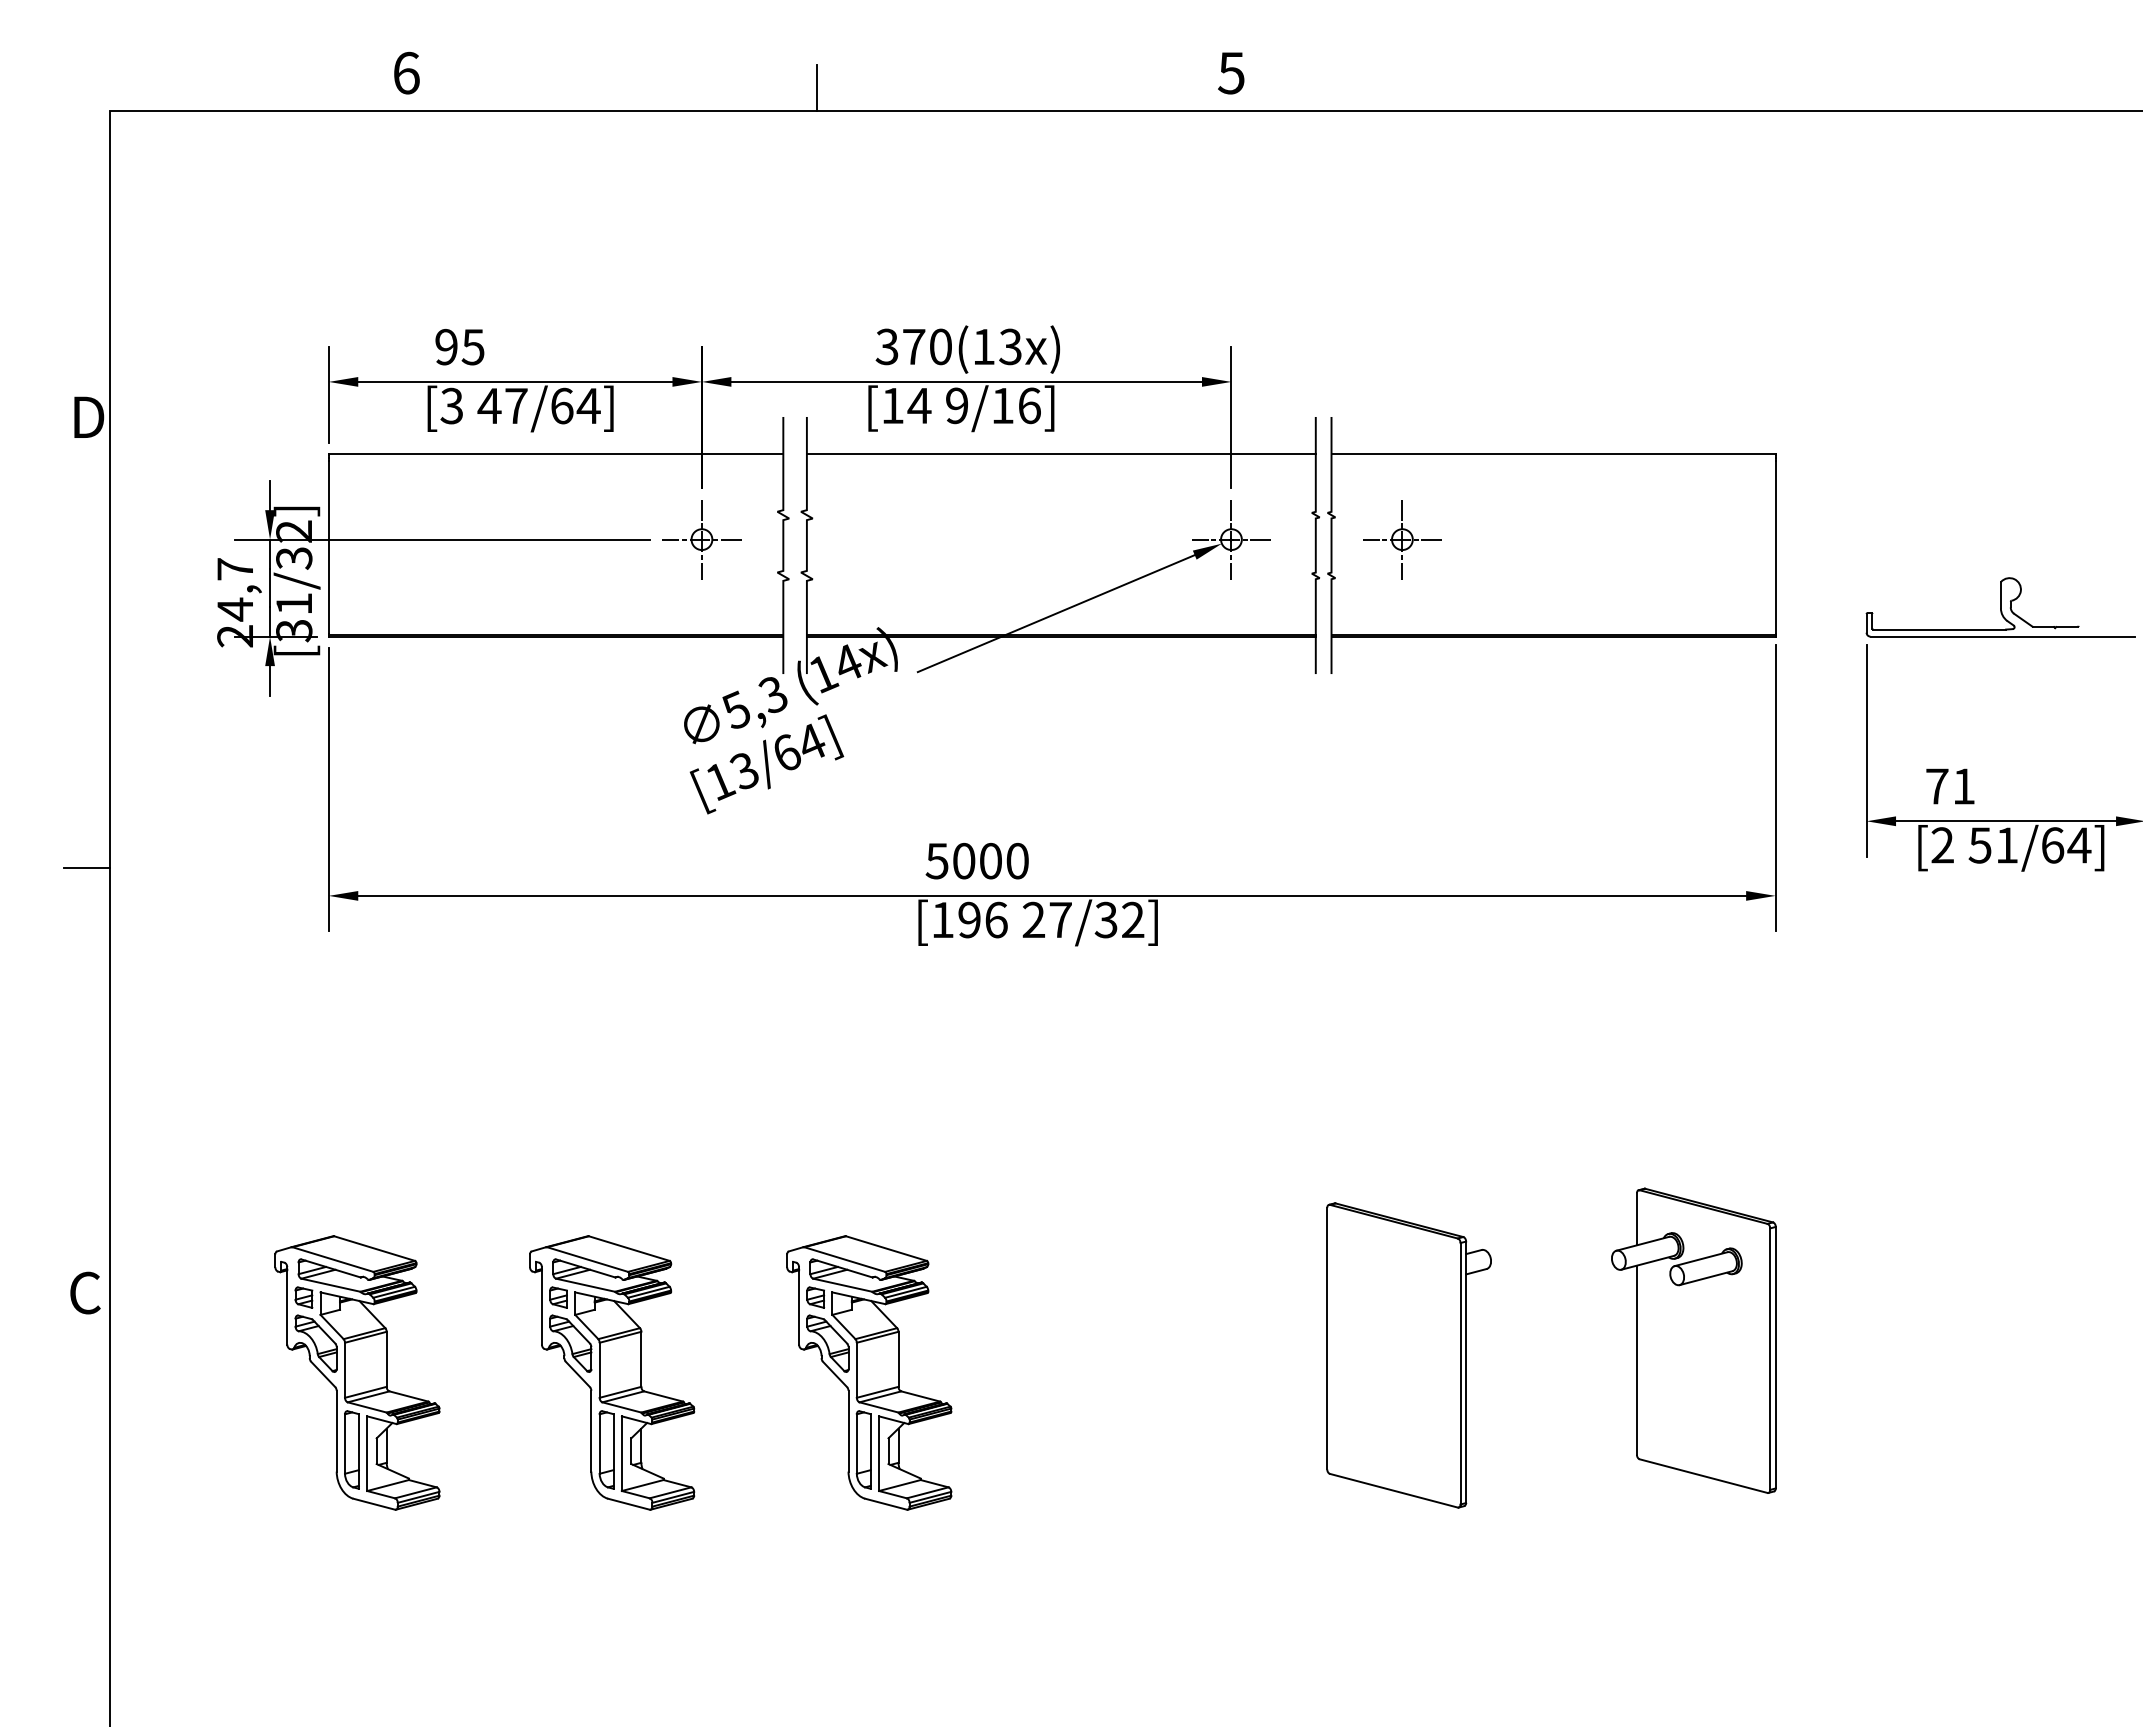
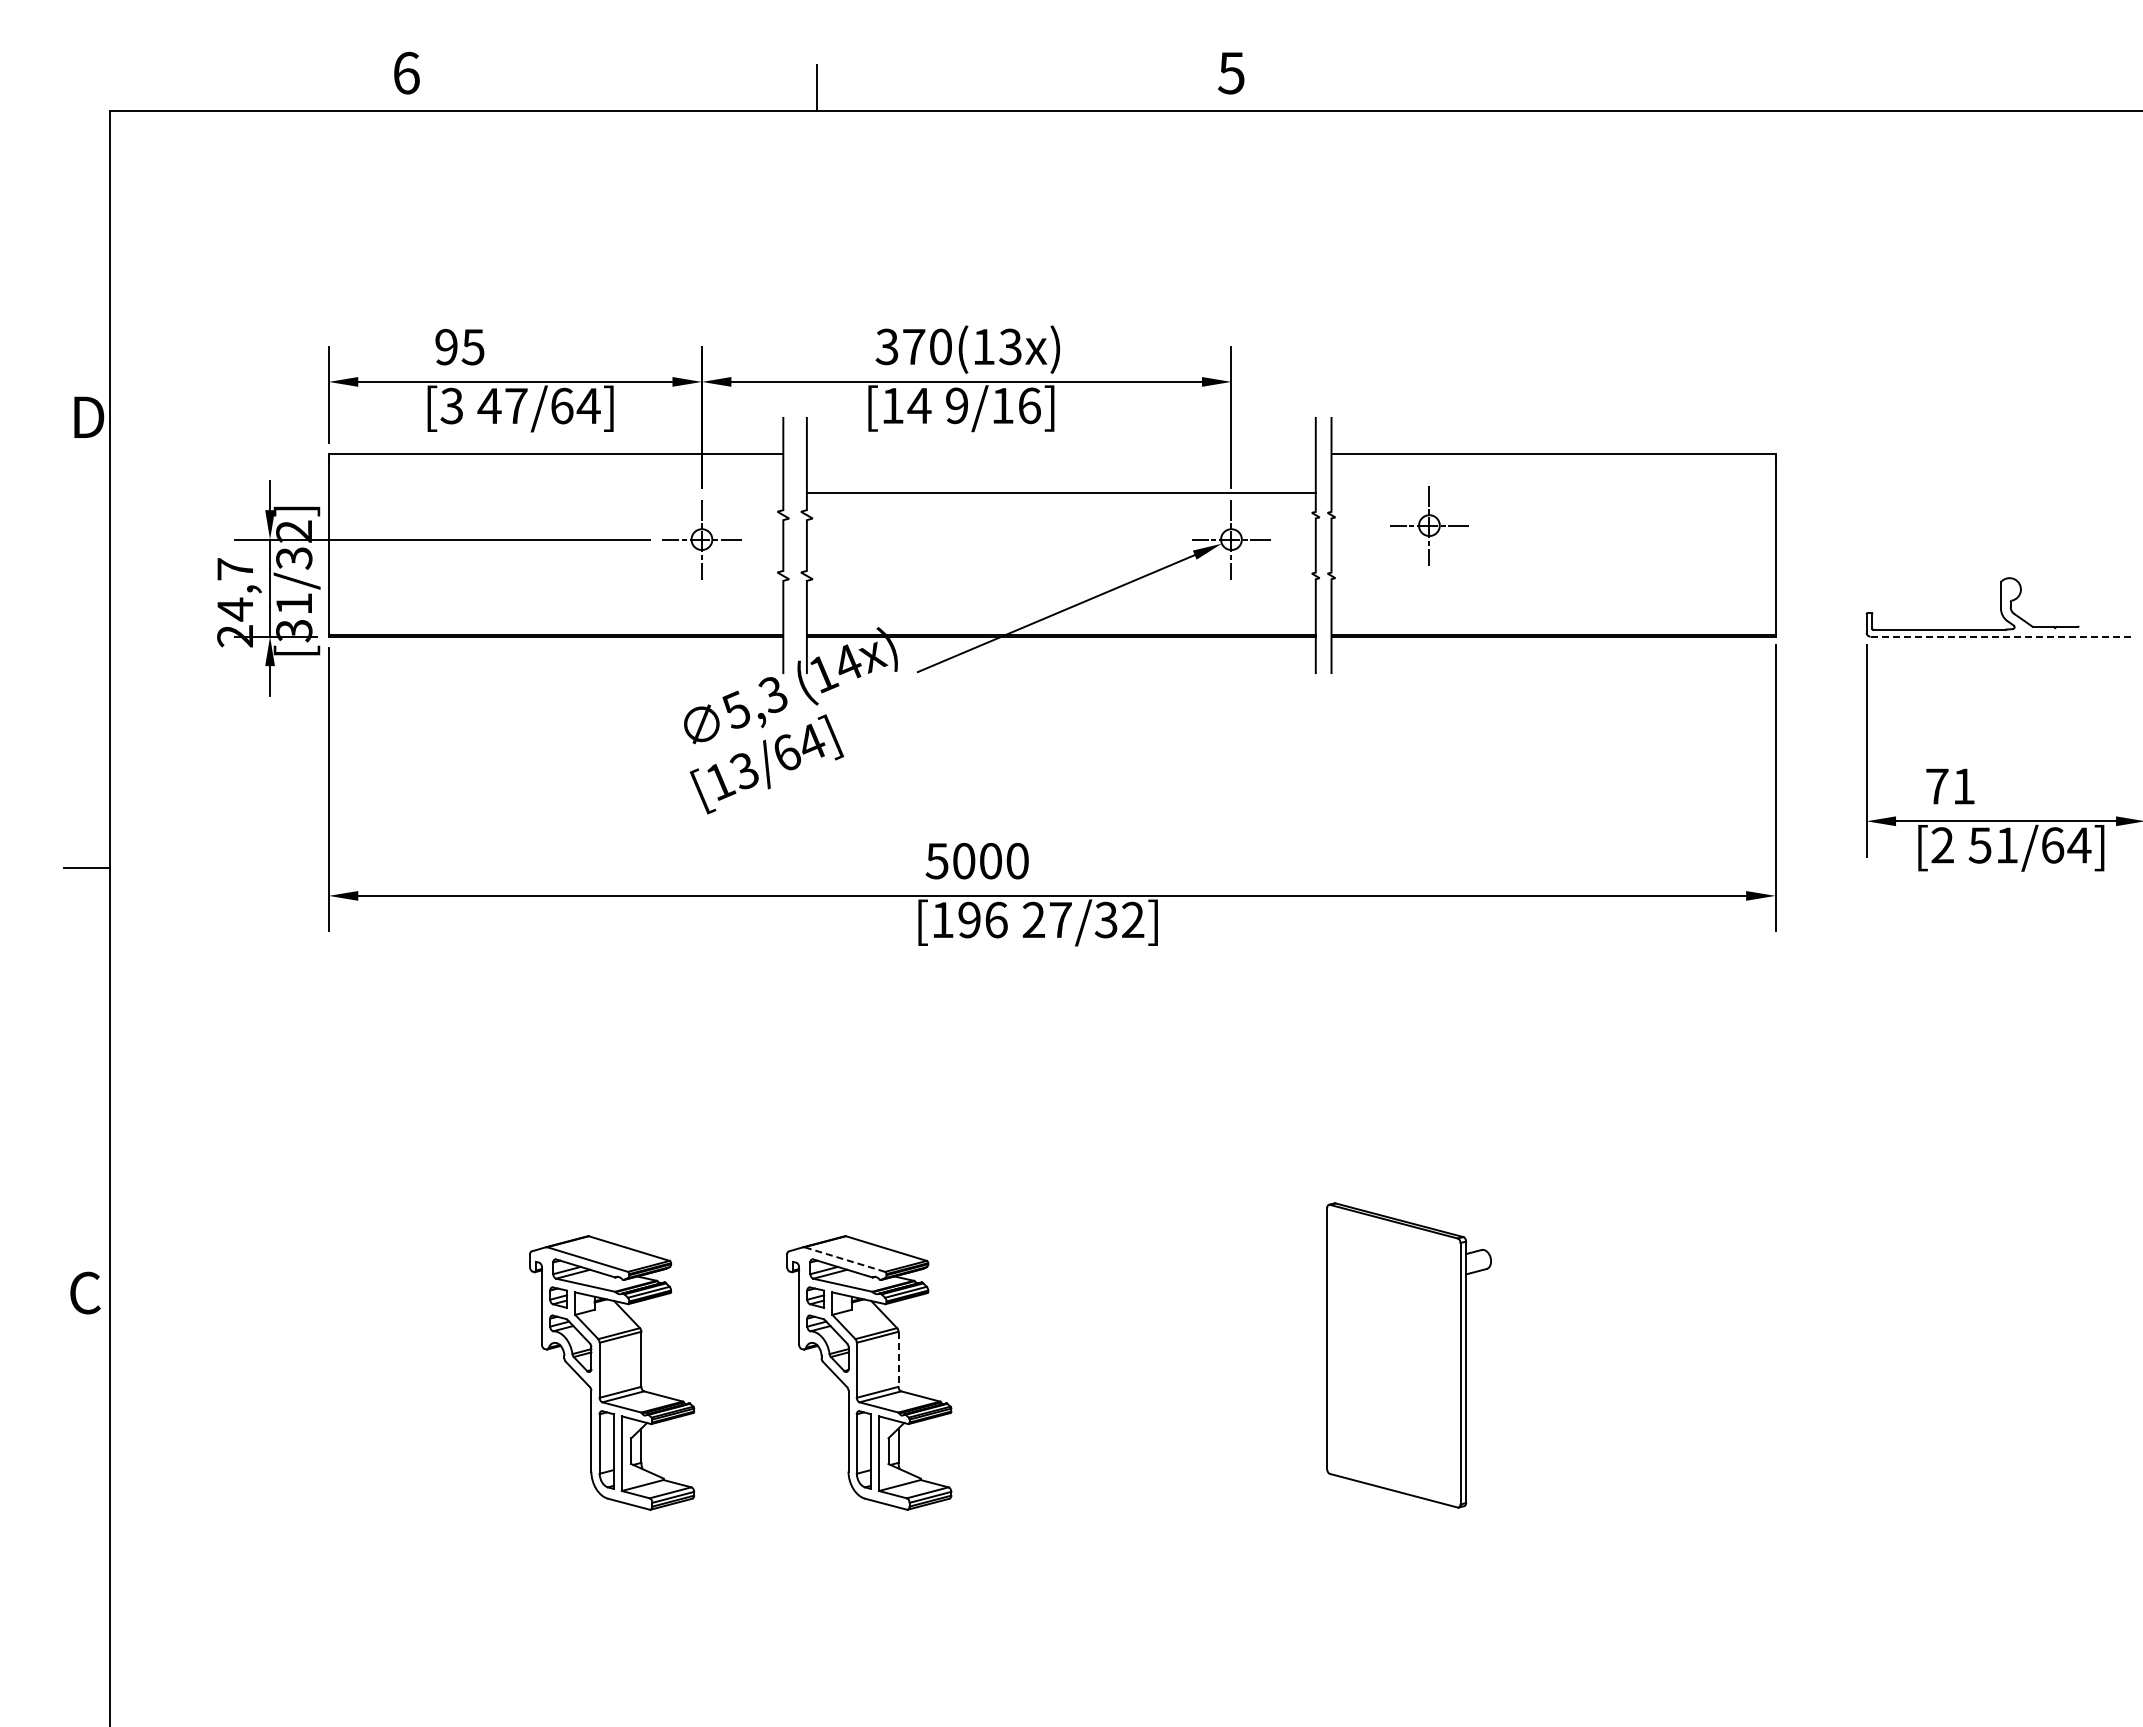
line at (1060, 454) position: (1060, 454) -> (1060, 493)
part at (1402, 539) position: (1402, 539) -> (1429, 525)
line at (2003, 636): solid -> dashed
line at (844, 1259): solid -> dashed
part at (1693, 1340): present -> none
line at (898, 1359): solid -> dashed
part at (357, 1372): present -> none
